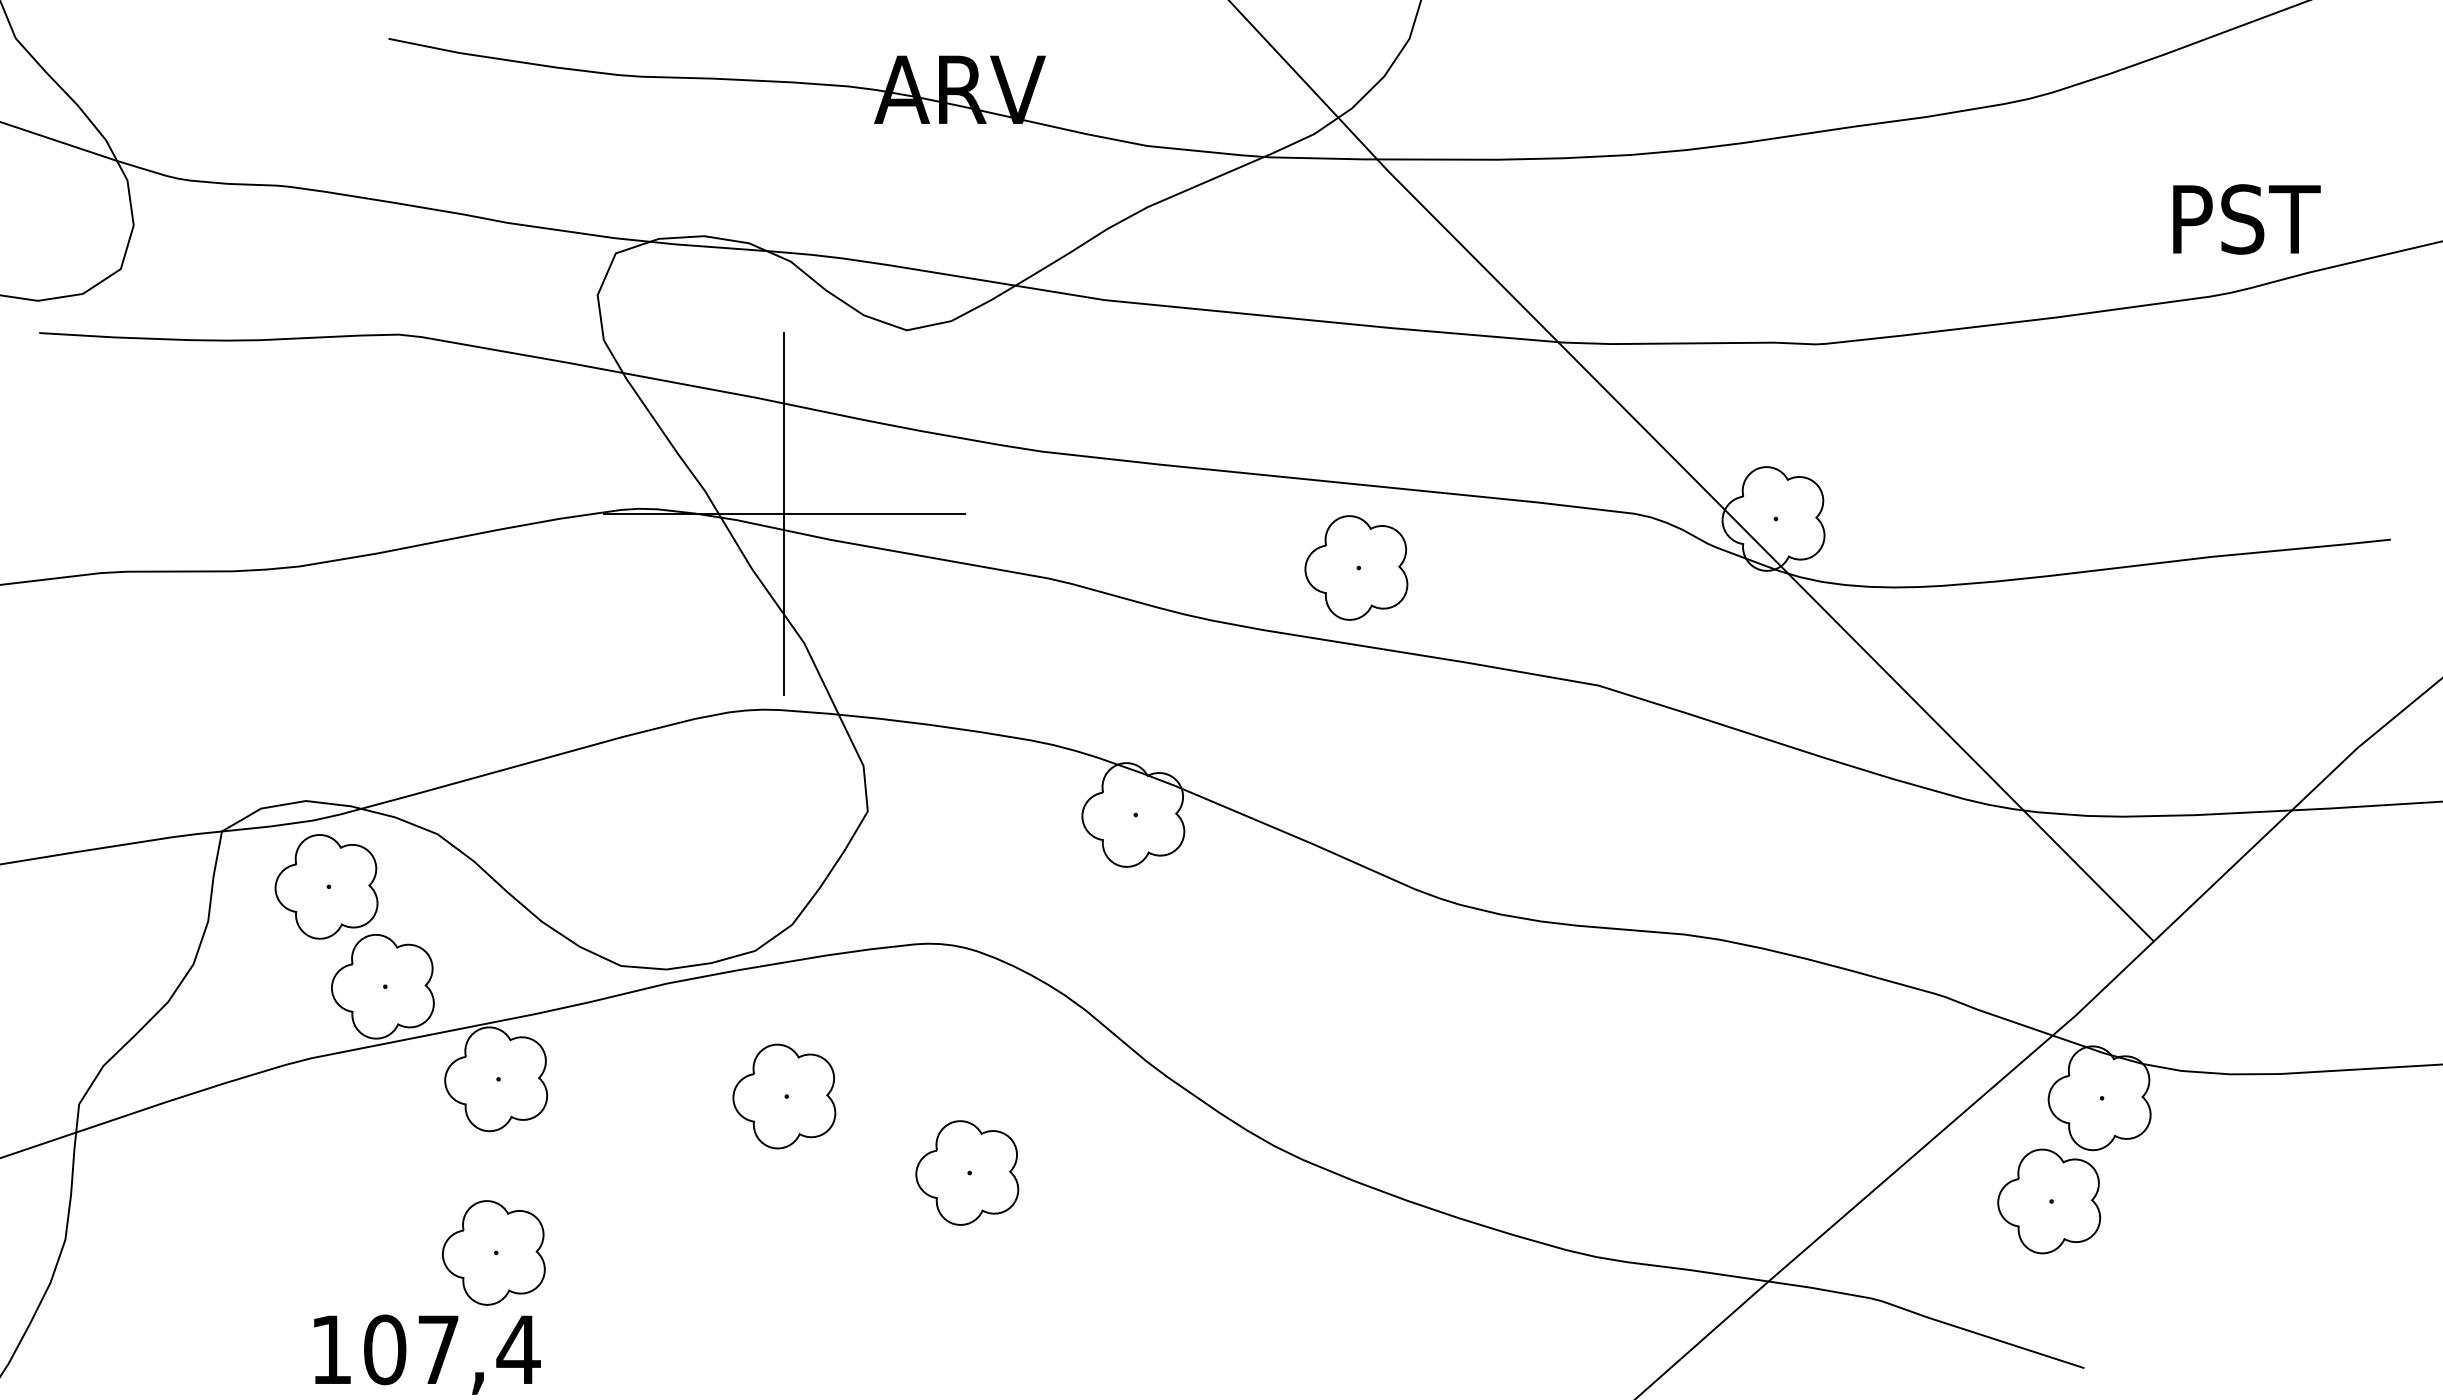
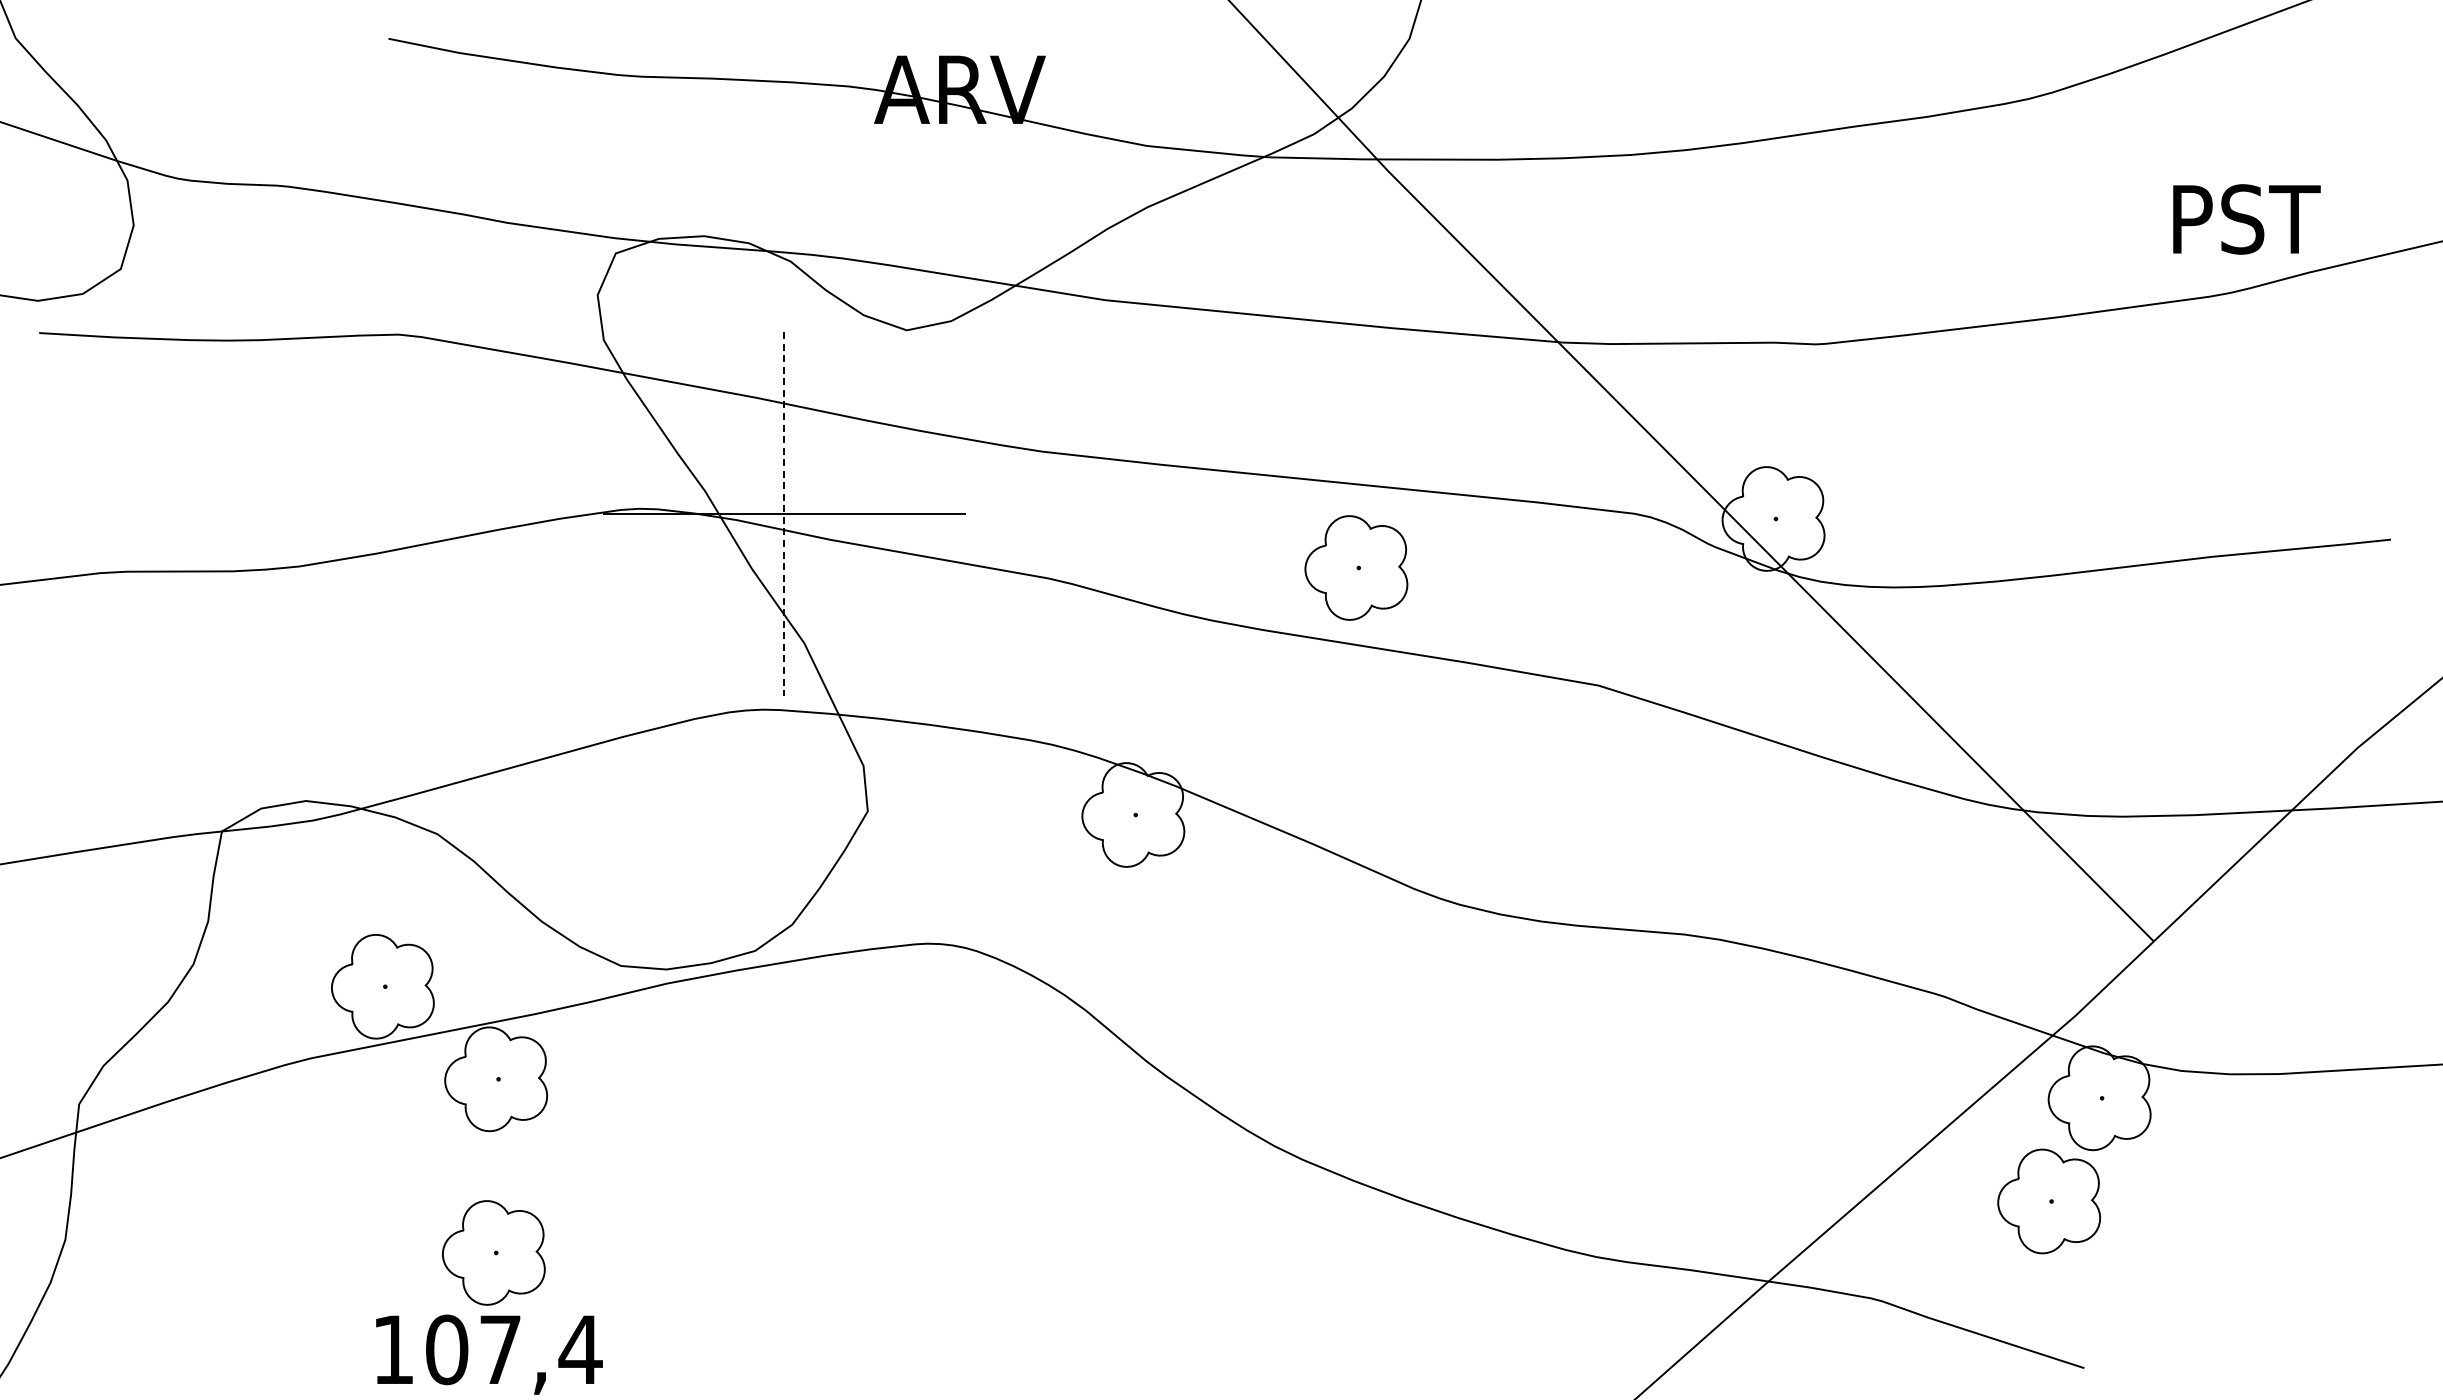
line at (784, 513): solid -> dashed
part at (326, 886): present -> none
part at (784, 1096): present -> none
part at (967, 1172): present -> none
text at (427, 1354) position: (427, 1354) -> (489, 1354)
